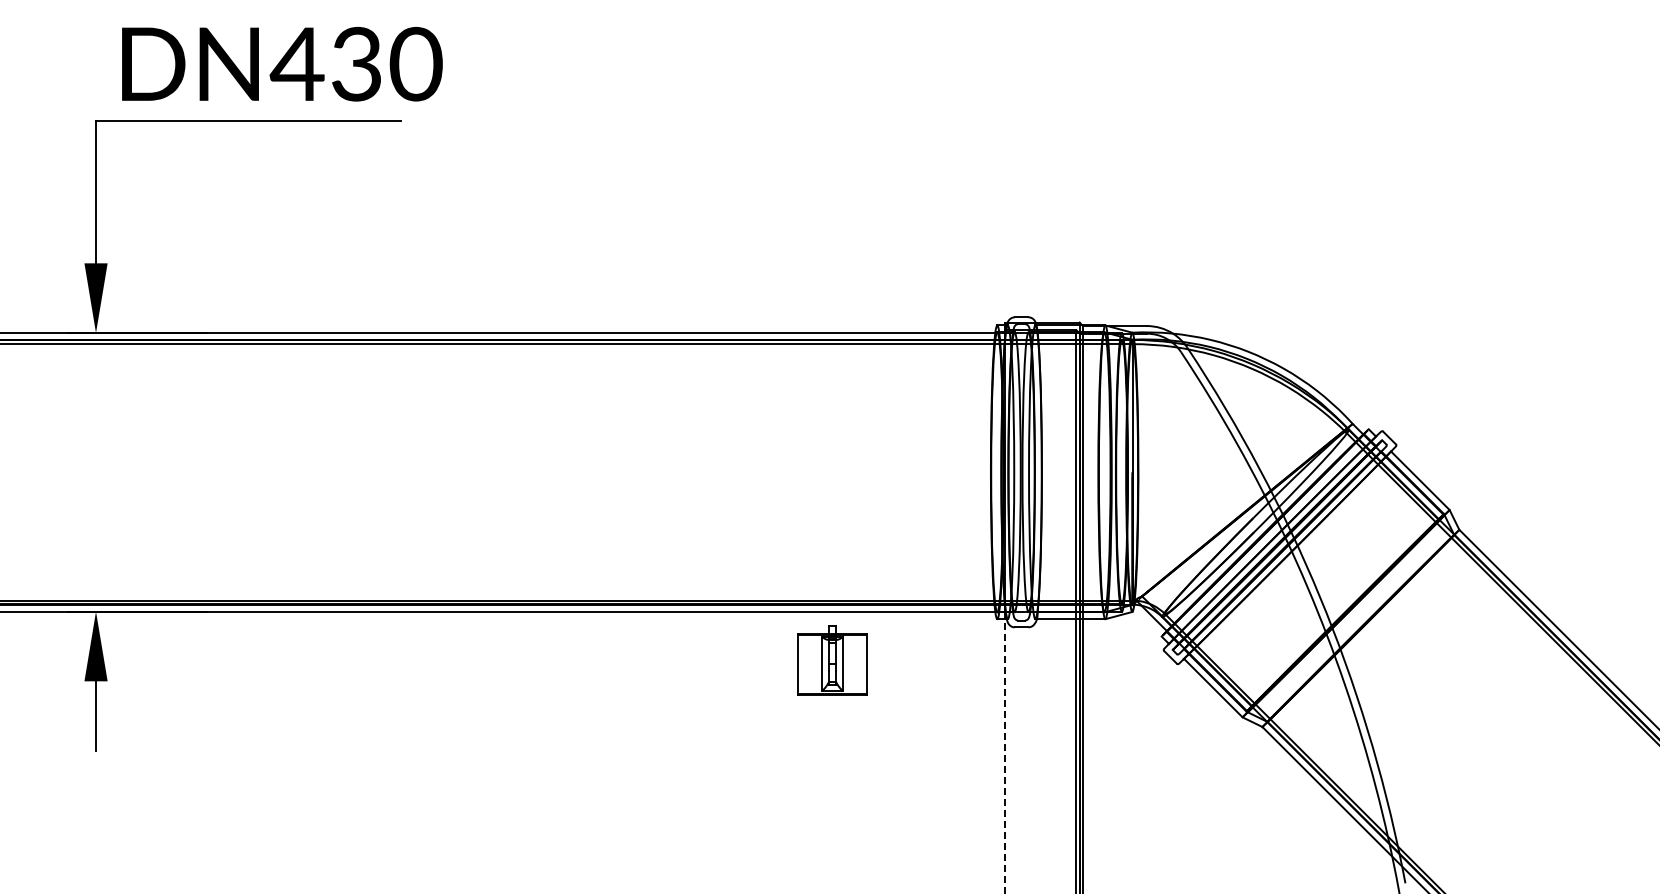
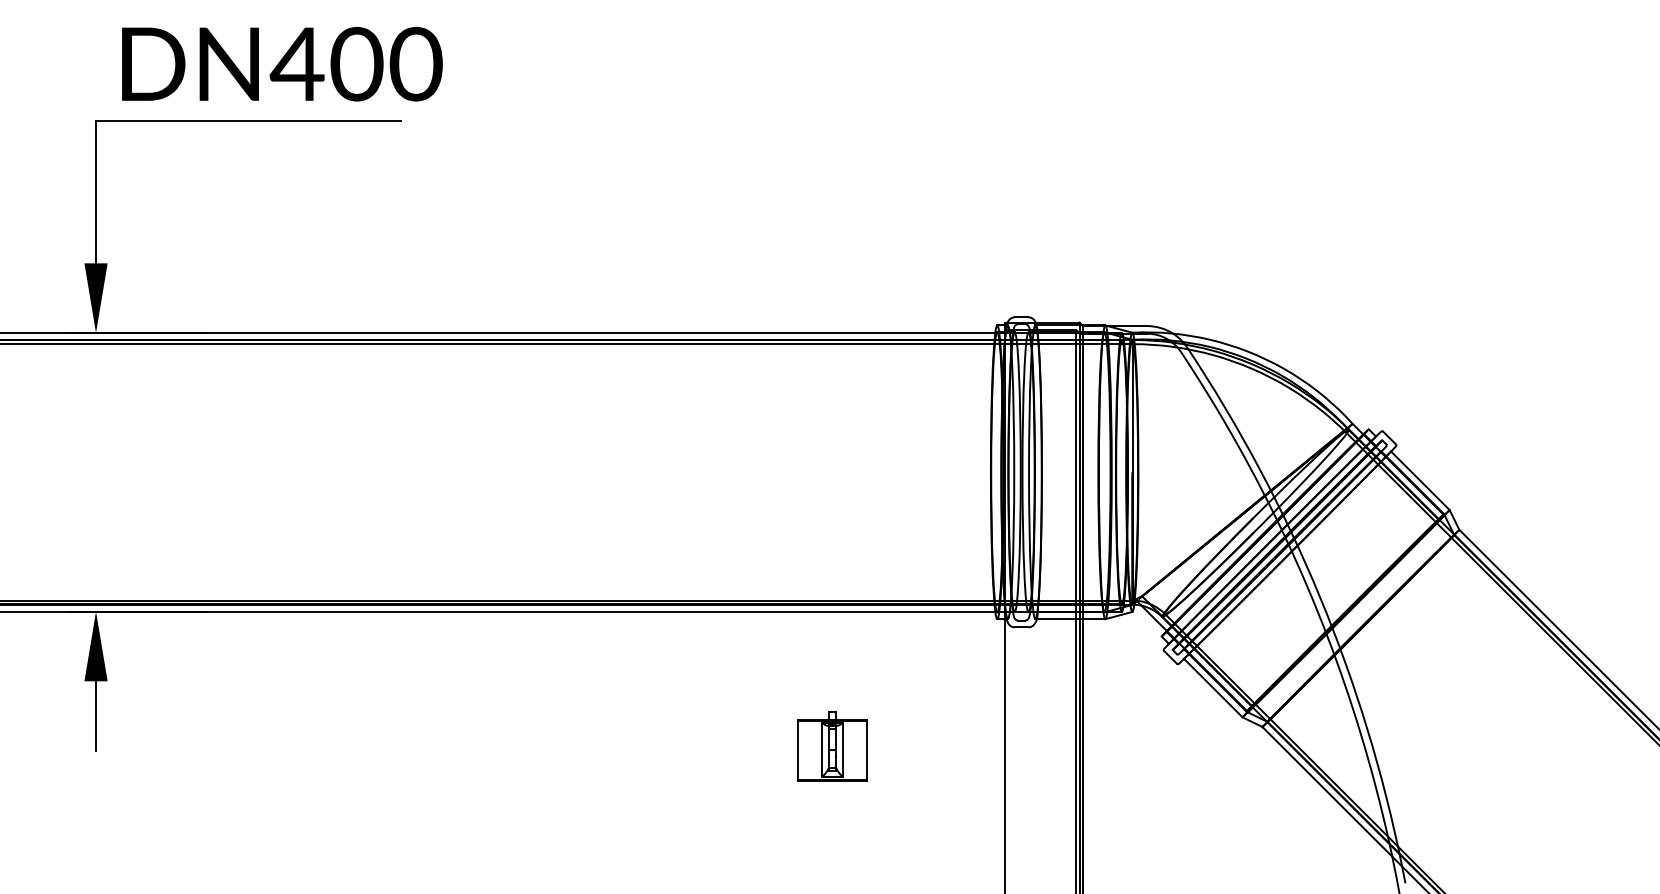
text at (356, 64): DN430 -> DN400
part at (832, 660) position: (832, 660) -> (832, 746)
line at (1005, 756): dashed -> solid
